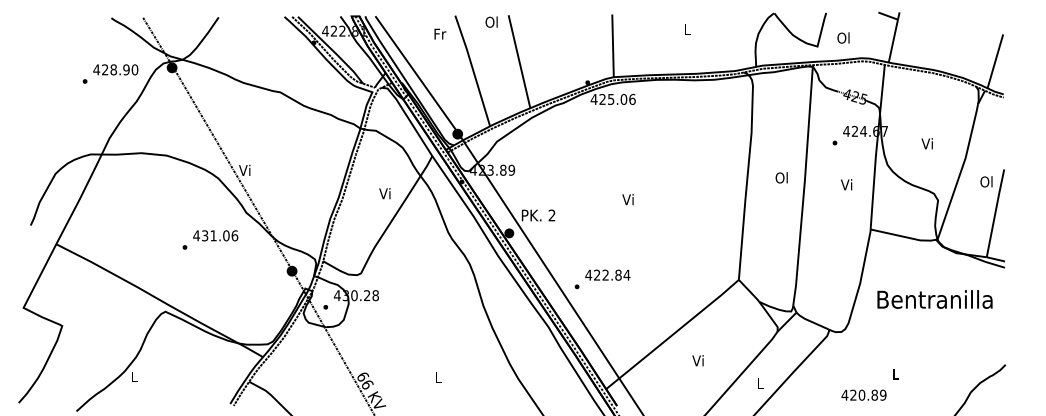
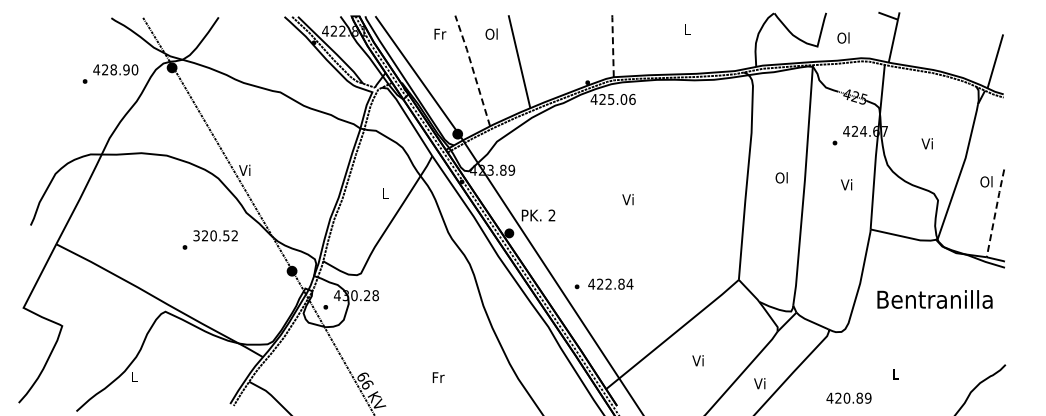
text at (491, 21) position: (491, 21) -> (491, 33)
line at (613, 44): solid -> dashed
line at (473, 70): solid -> dashed
text at (384, 193): Vi -> L
line at (995, 213): solid -> dashed
text at (215, 235): 431.06 -> 320.52
text at (607, 274) position: (607, 274) -> (610, 283)
text at (438, 377): L -> Fr
text at (759, 383): L -> Vi
text at (863, 394) position: (863, 394) -> (848, 397)
